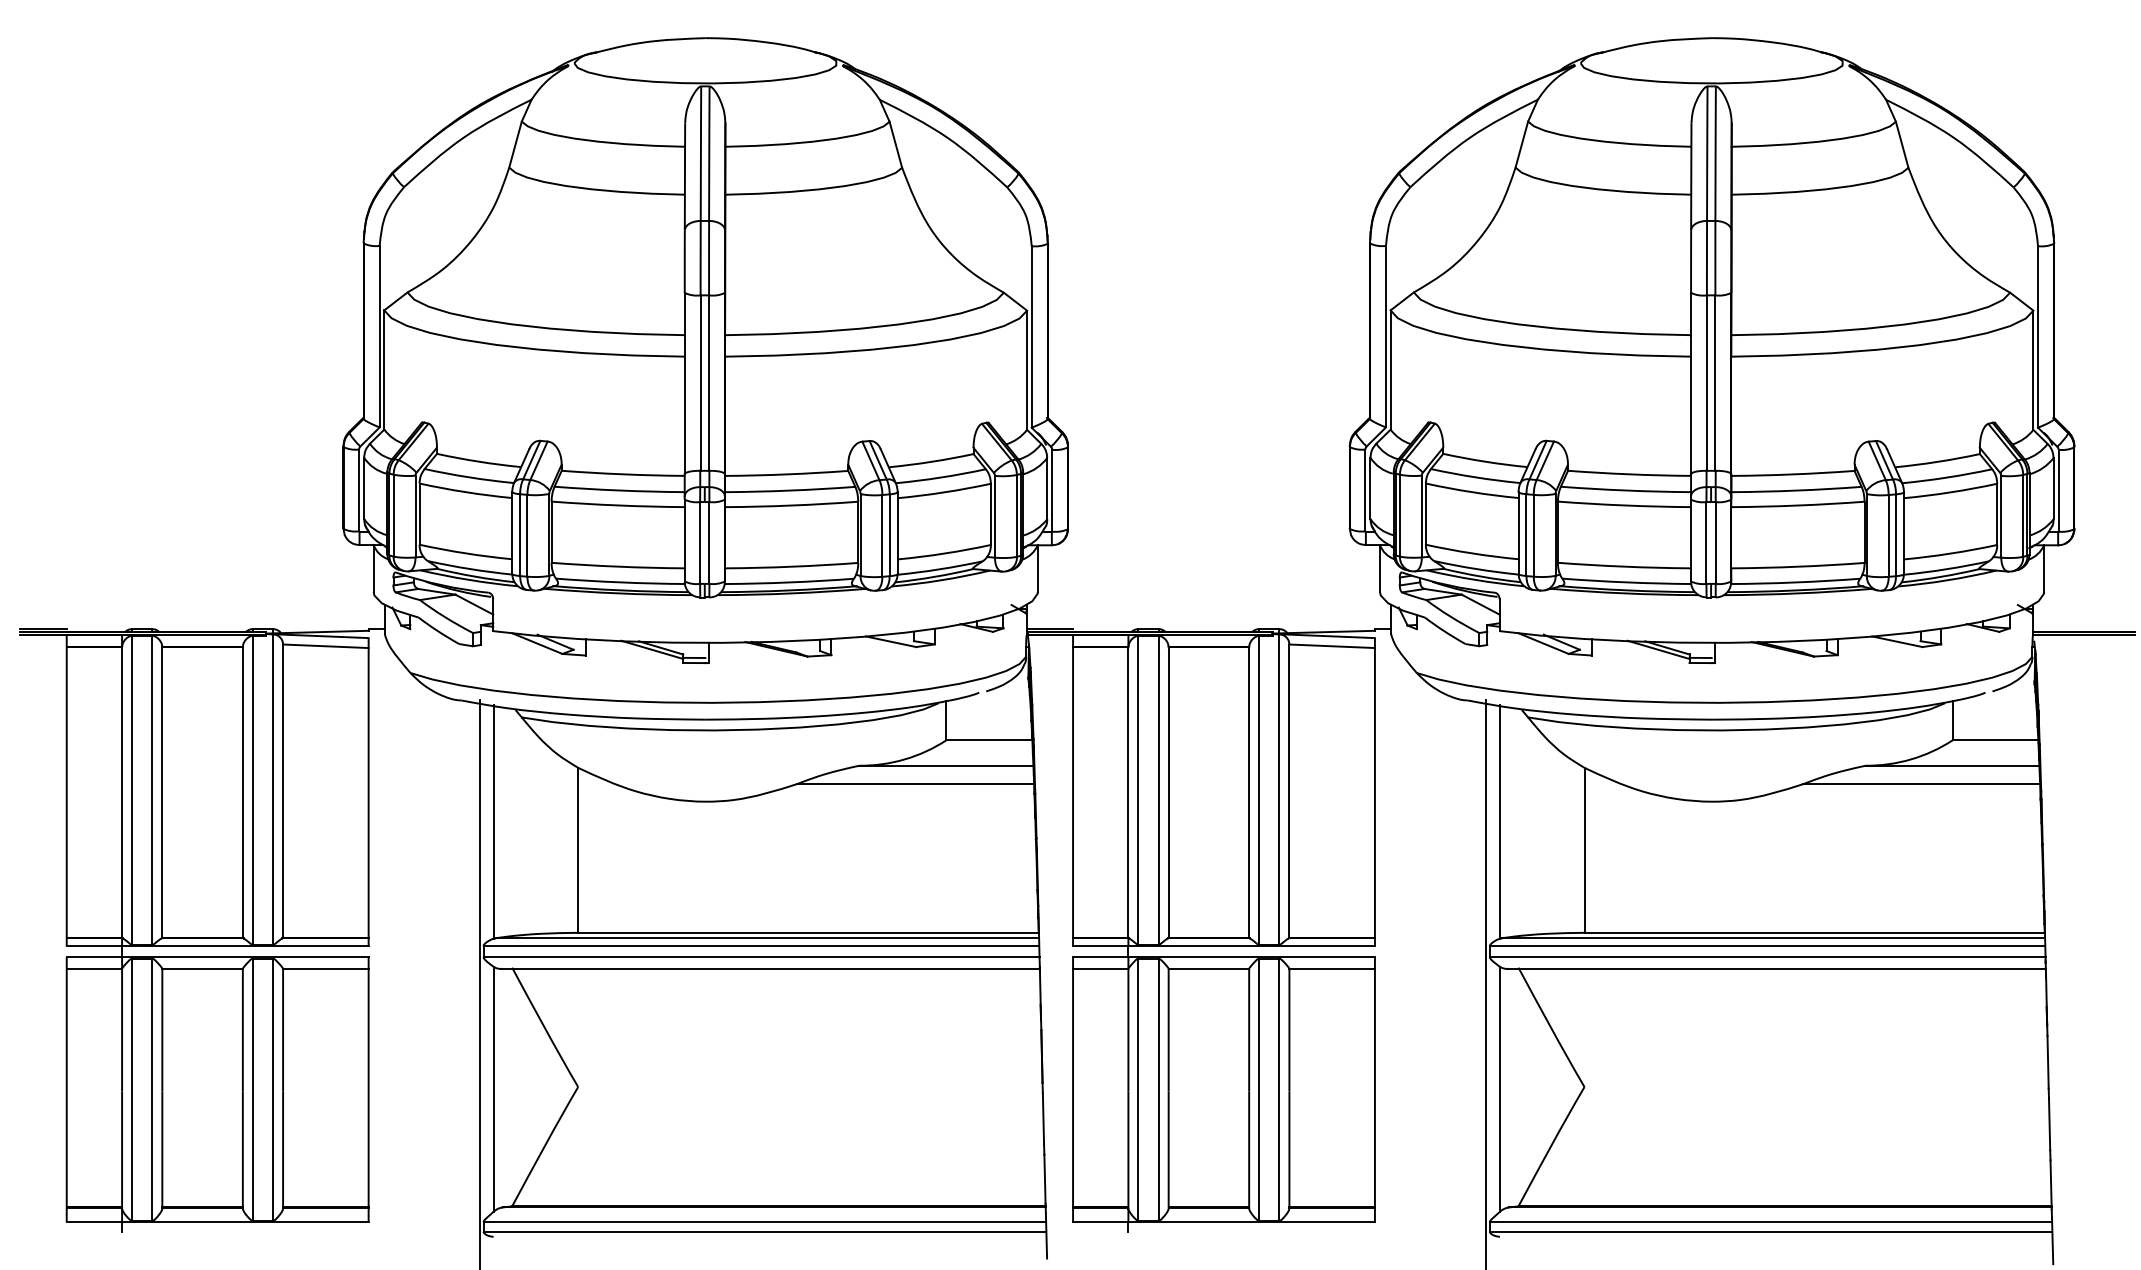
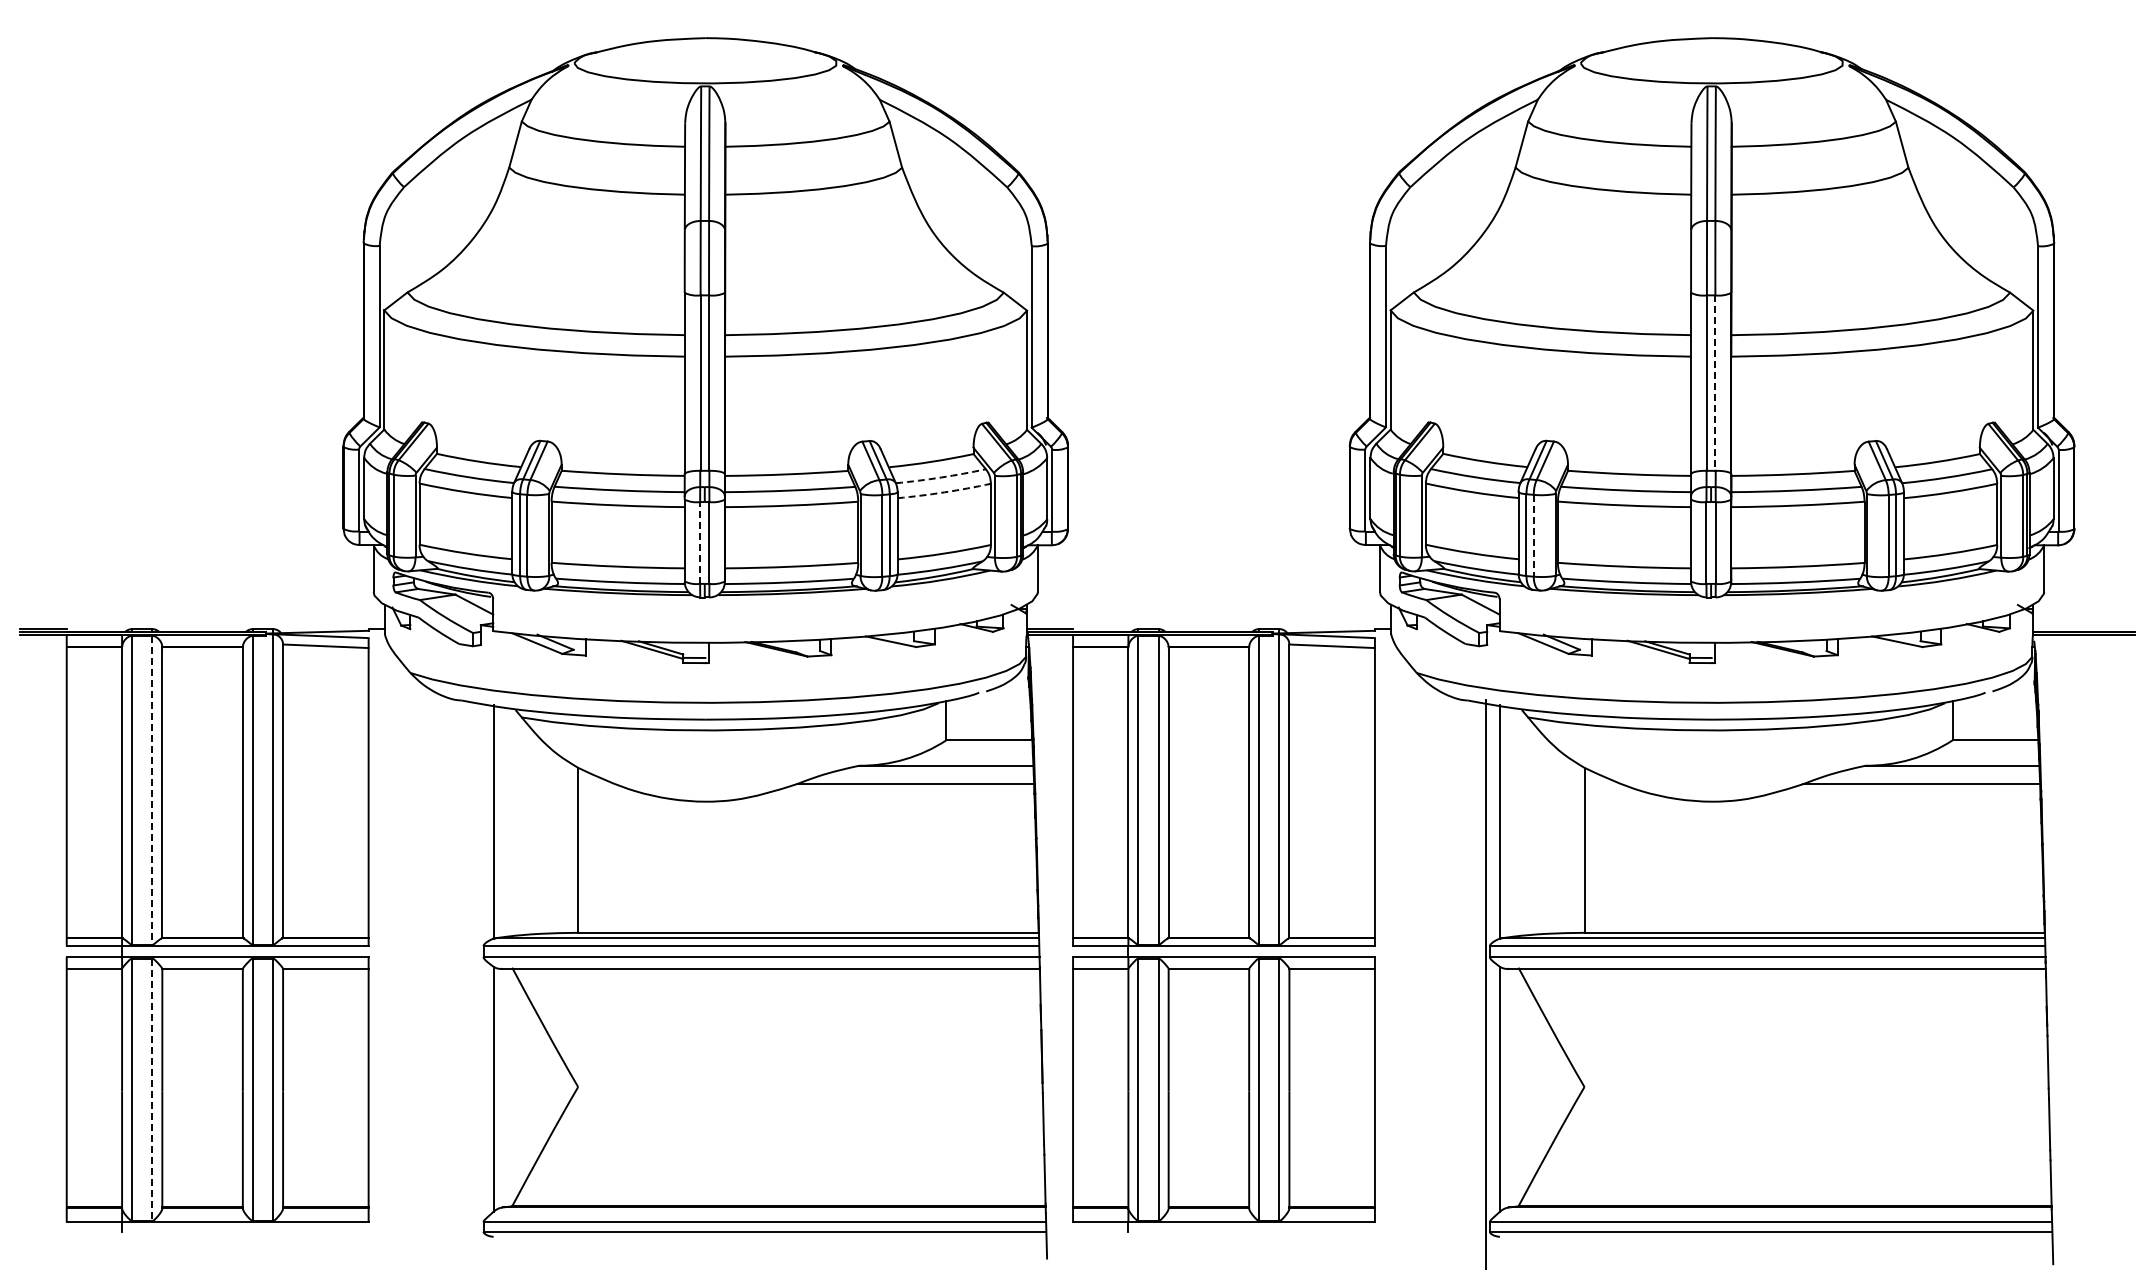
line at (1715, 383): solid -> dashed
arc at (941, 477): solid -> dashed
arc at (944, 492): solid -> dashed
line at (1533, 535): solid -> dashed
line at (700, 542): solid -> dashed
line at (152, 790): solid -> dashed
line at (479, 983): present -> none
line at (152, 1090): solid -> dashed
